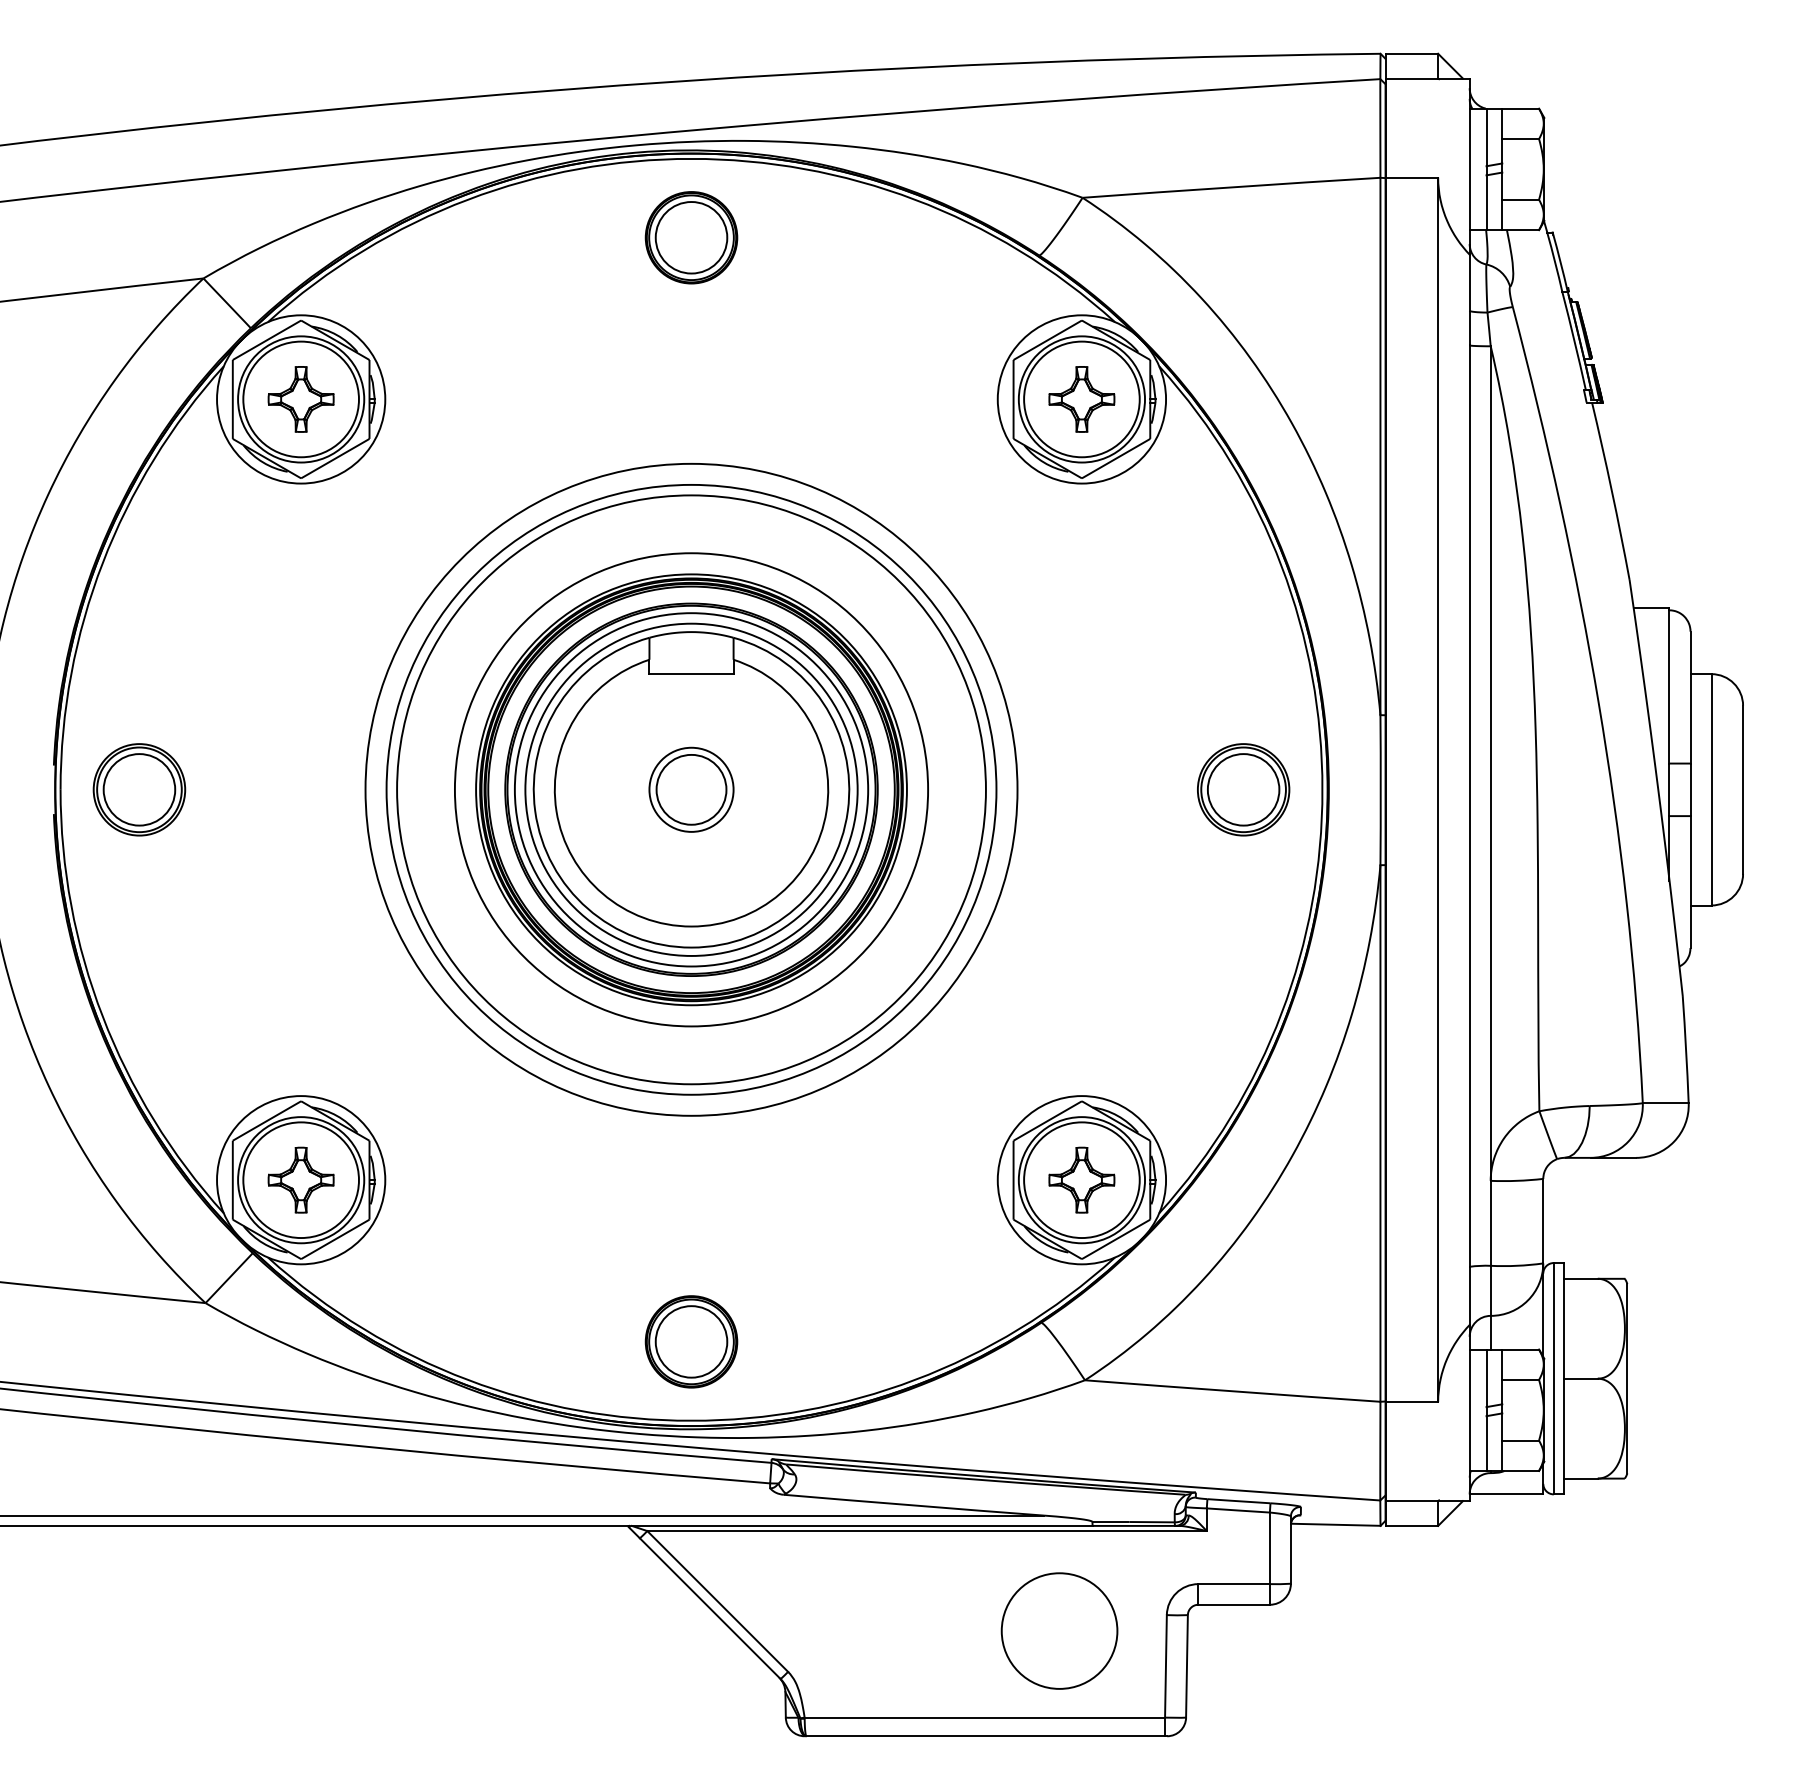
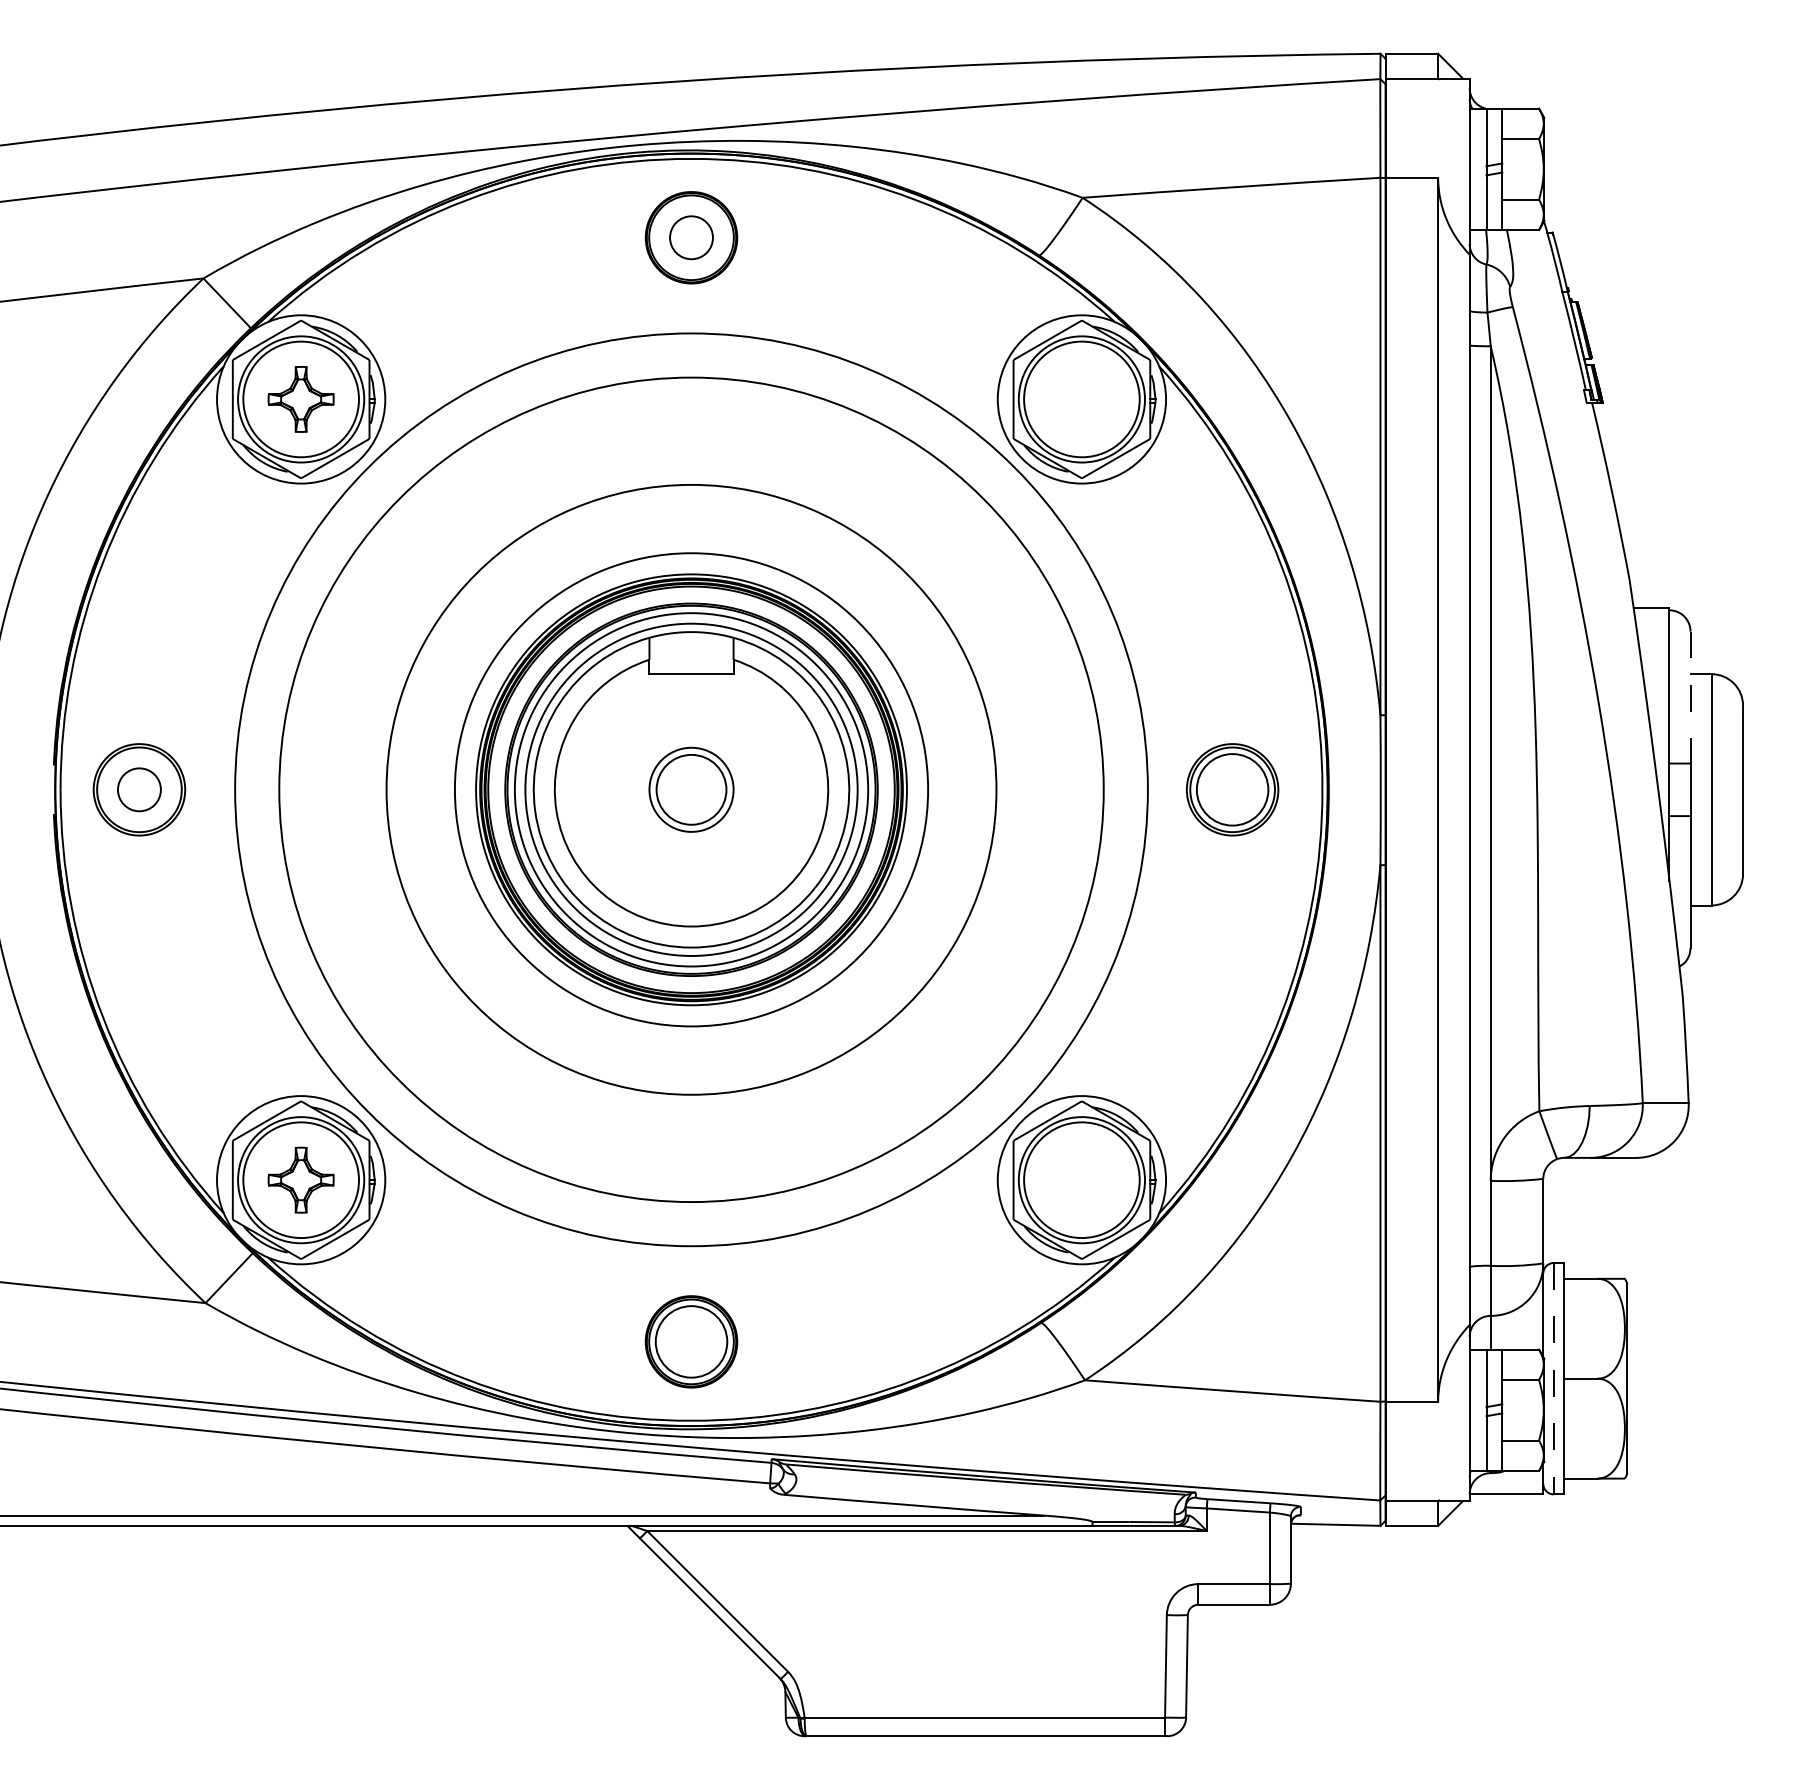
circle at (691, 237) diameter: 72 px -> 43 px
part at (1081, 399): present -> none
line at (1690, 697): solid -> dashed
circle at (139, 789) diameter: 72 px -> 43 px
circle at (691, 789) diameter: 589 px -> 824 px
circle at (691, 789) diameter: 652 px -> 913 px
part at (1243, 789) position: (1243, 789) -> (1232, 789)
part at (1081, 1179): present -> none
line at (1553, 1378): solid -> dashed
circle at (1059, 1630): present -> none
